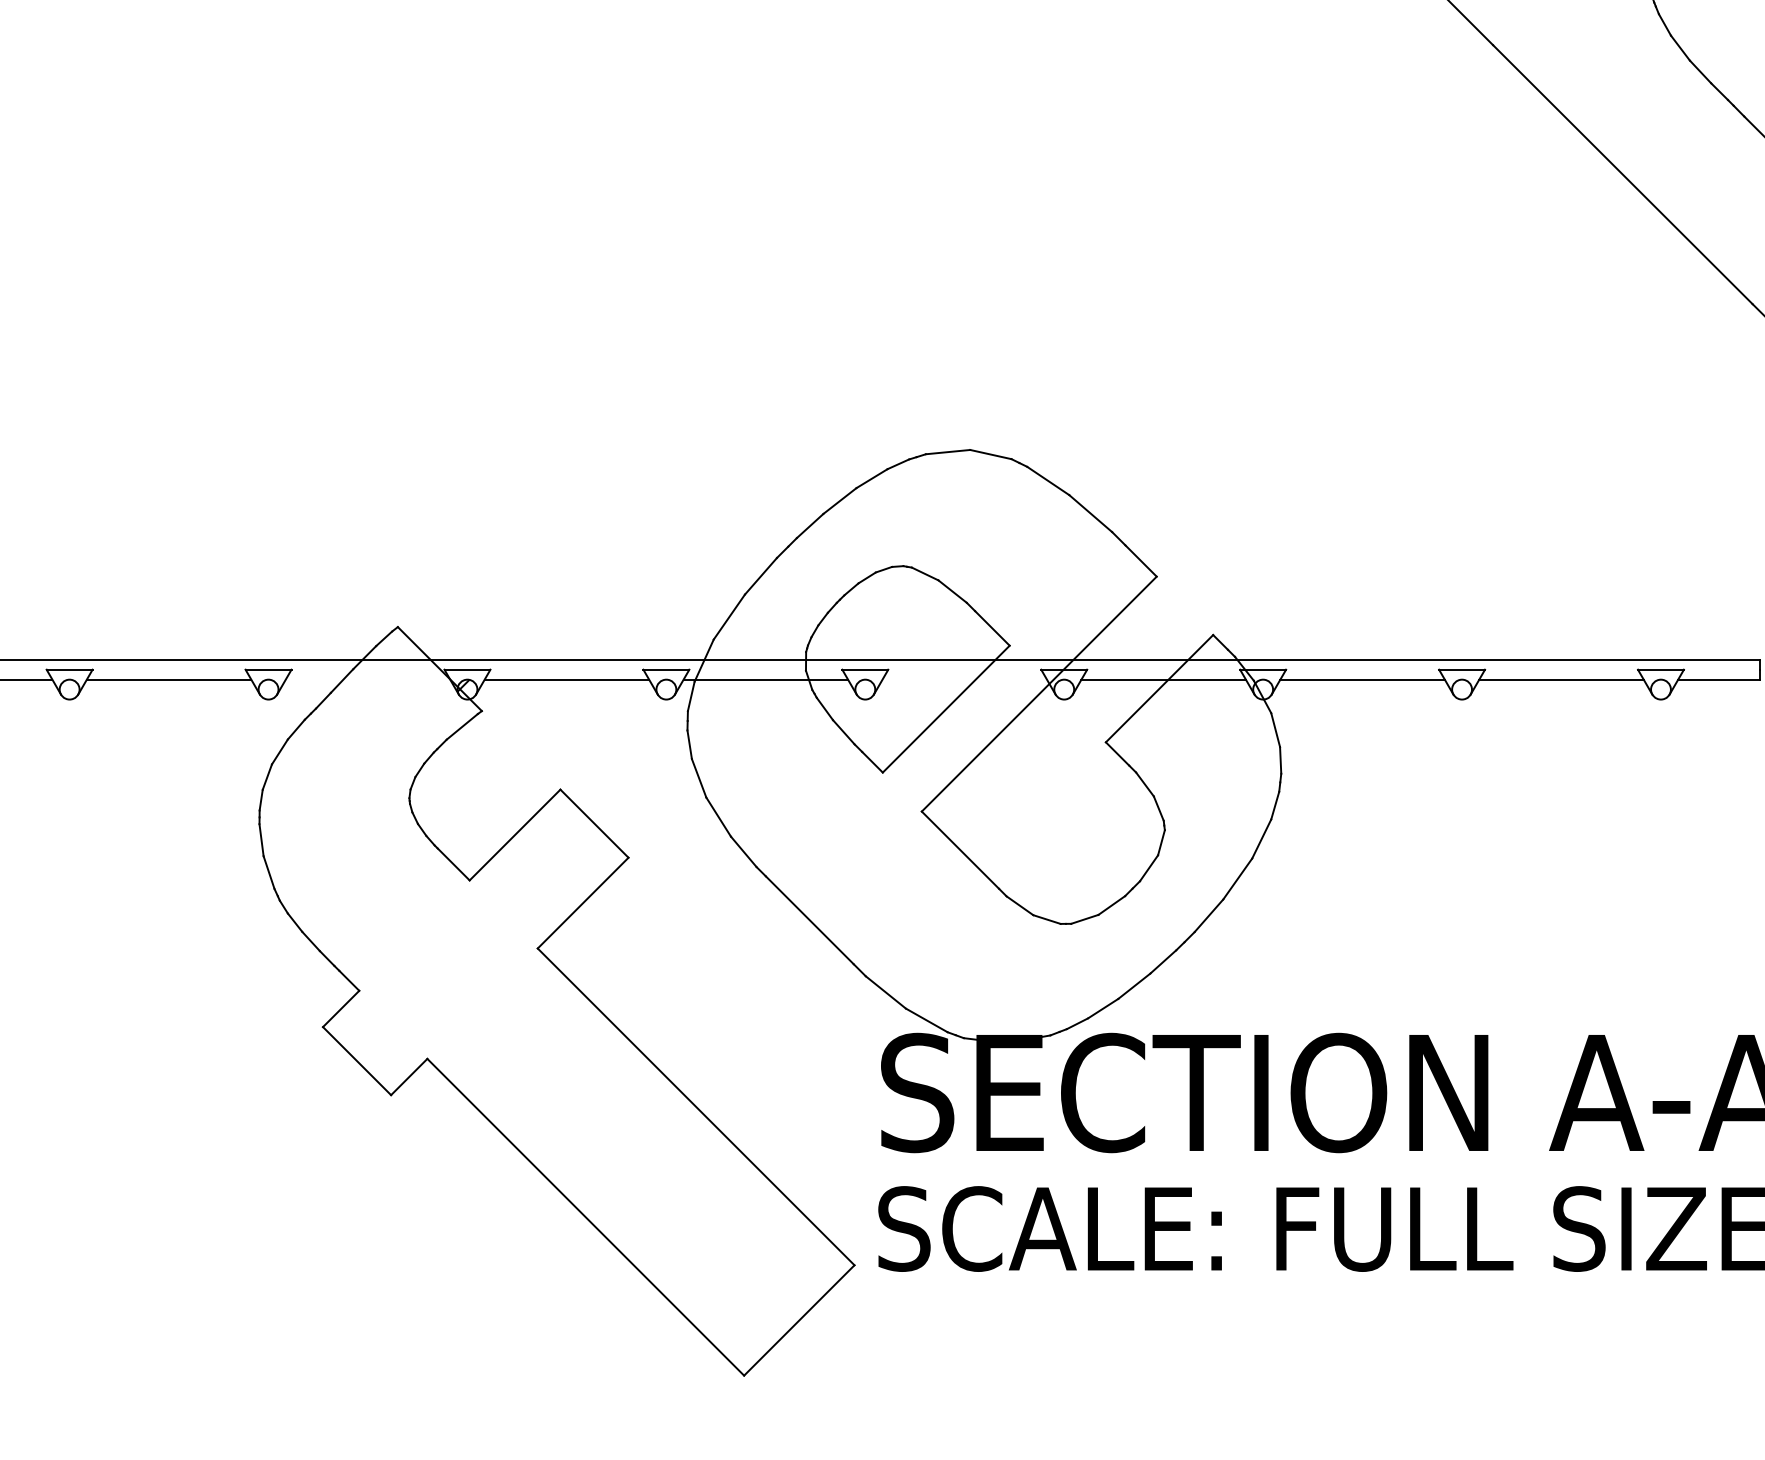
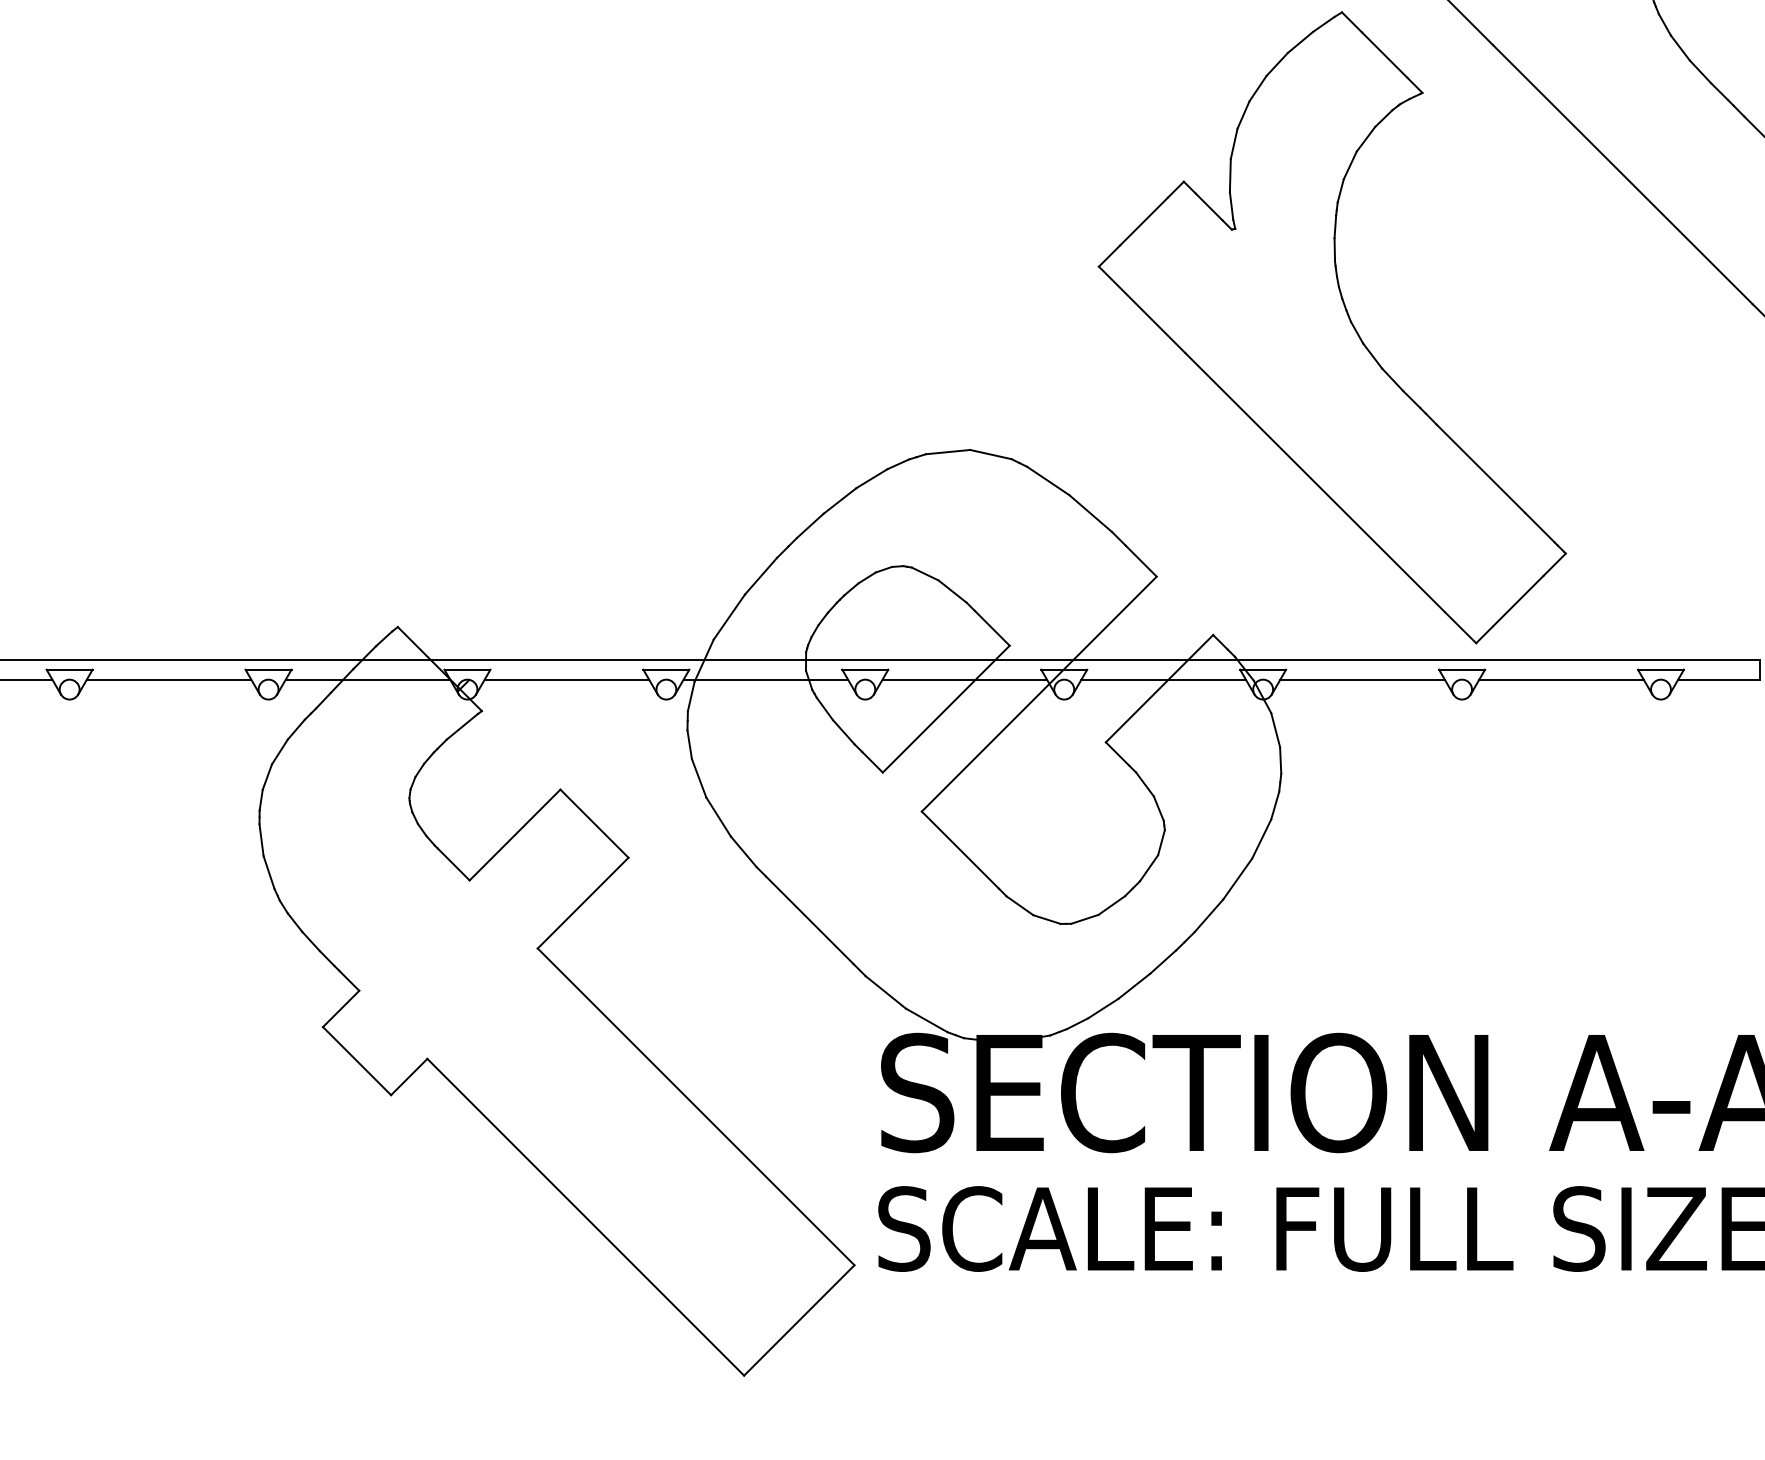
part at (1331, 327): none -> present
line at (367, 679): none -> present
line at (964, 679): none -> present
